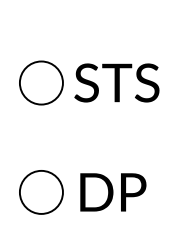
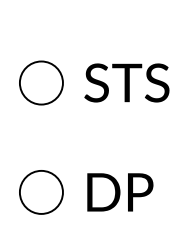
text at (116, 82) position: (116, 82) -> (126, 82)
text at (113, 192) position: (113, 192) -> (120, 192)
